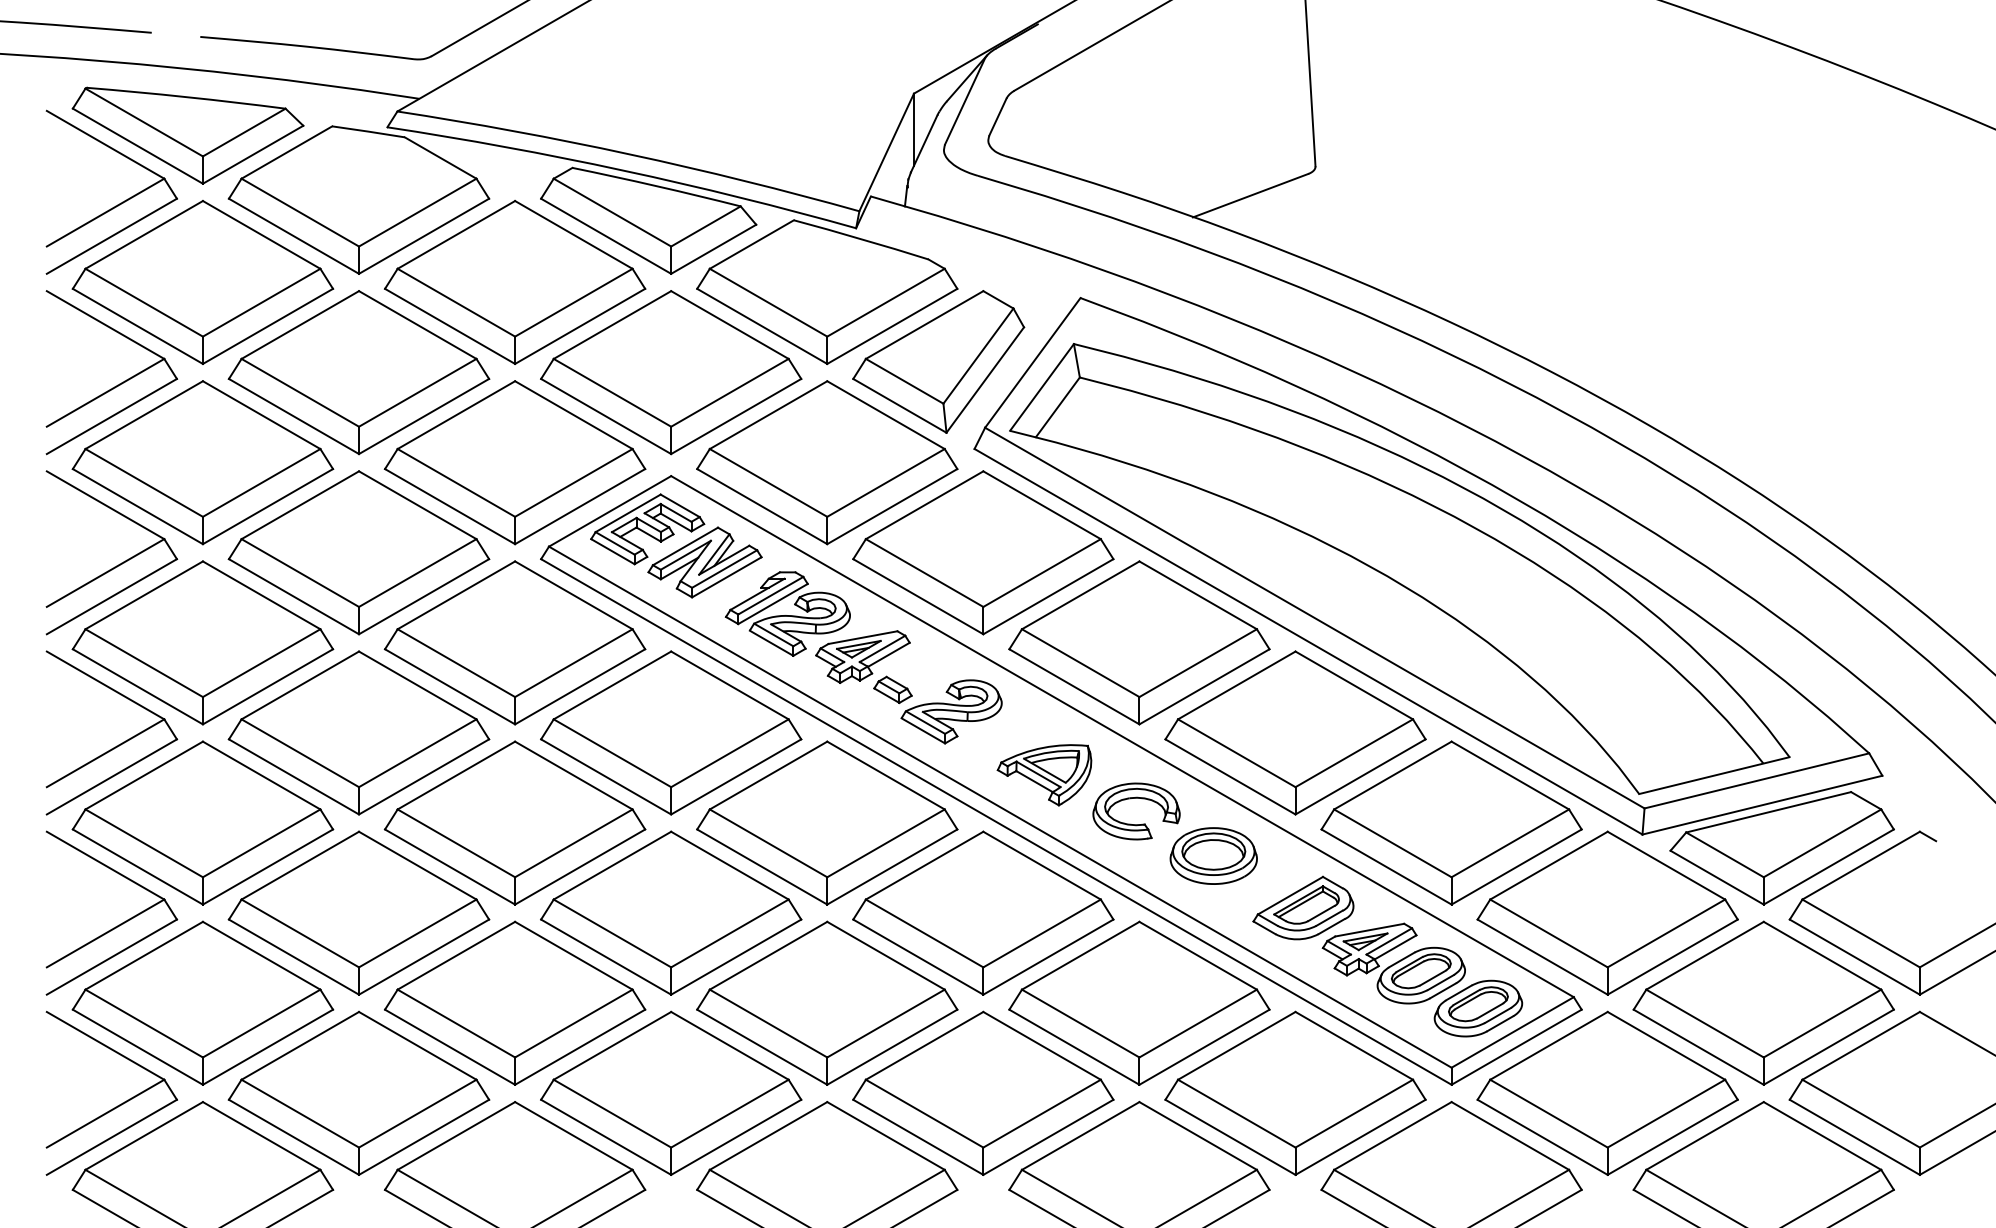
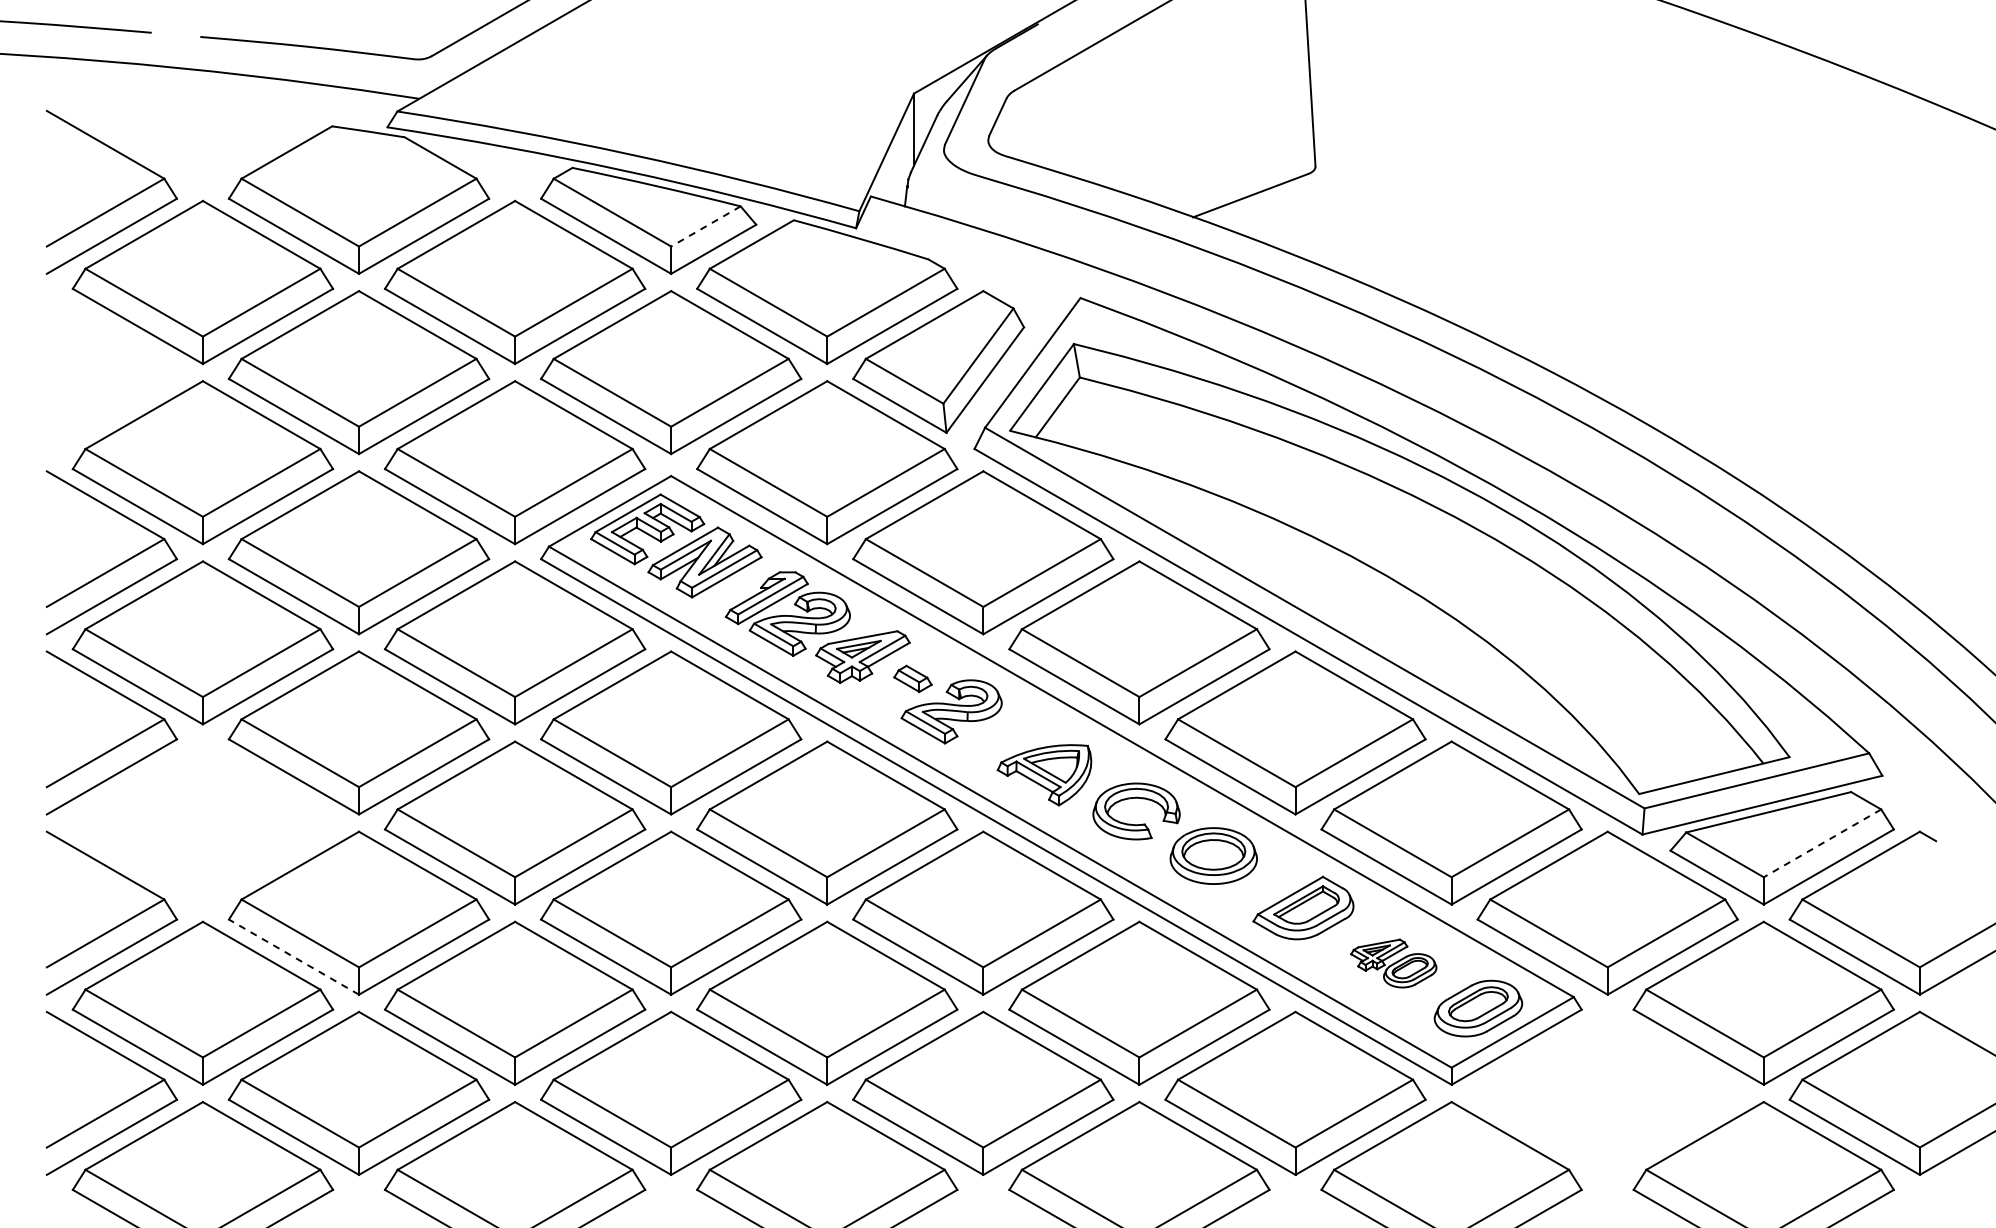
part at (187, 135): present -> none
line at (705, 226): solid -> dashed
part at (117, 384): present -> none
part at (892, 689) position: (892, 689) -> (912, 678)
part at (202, 822): present -> none
line at (1822, 843): solid -> dashed
line at (293, 956): solid -> dashed
part at (1393, 963) size: 145x83 px -> 88x51 px
part at (1607, 1092): present -> none
